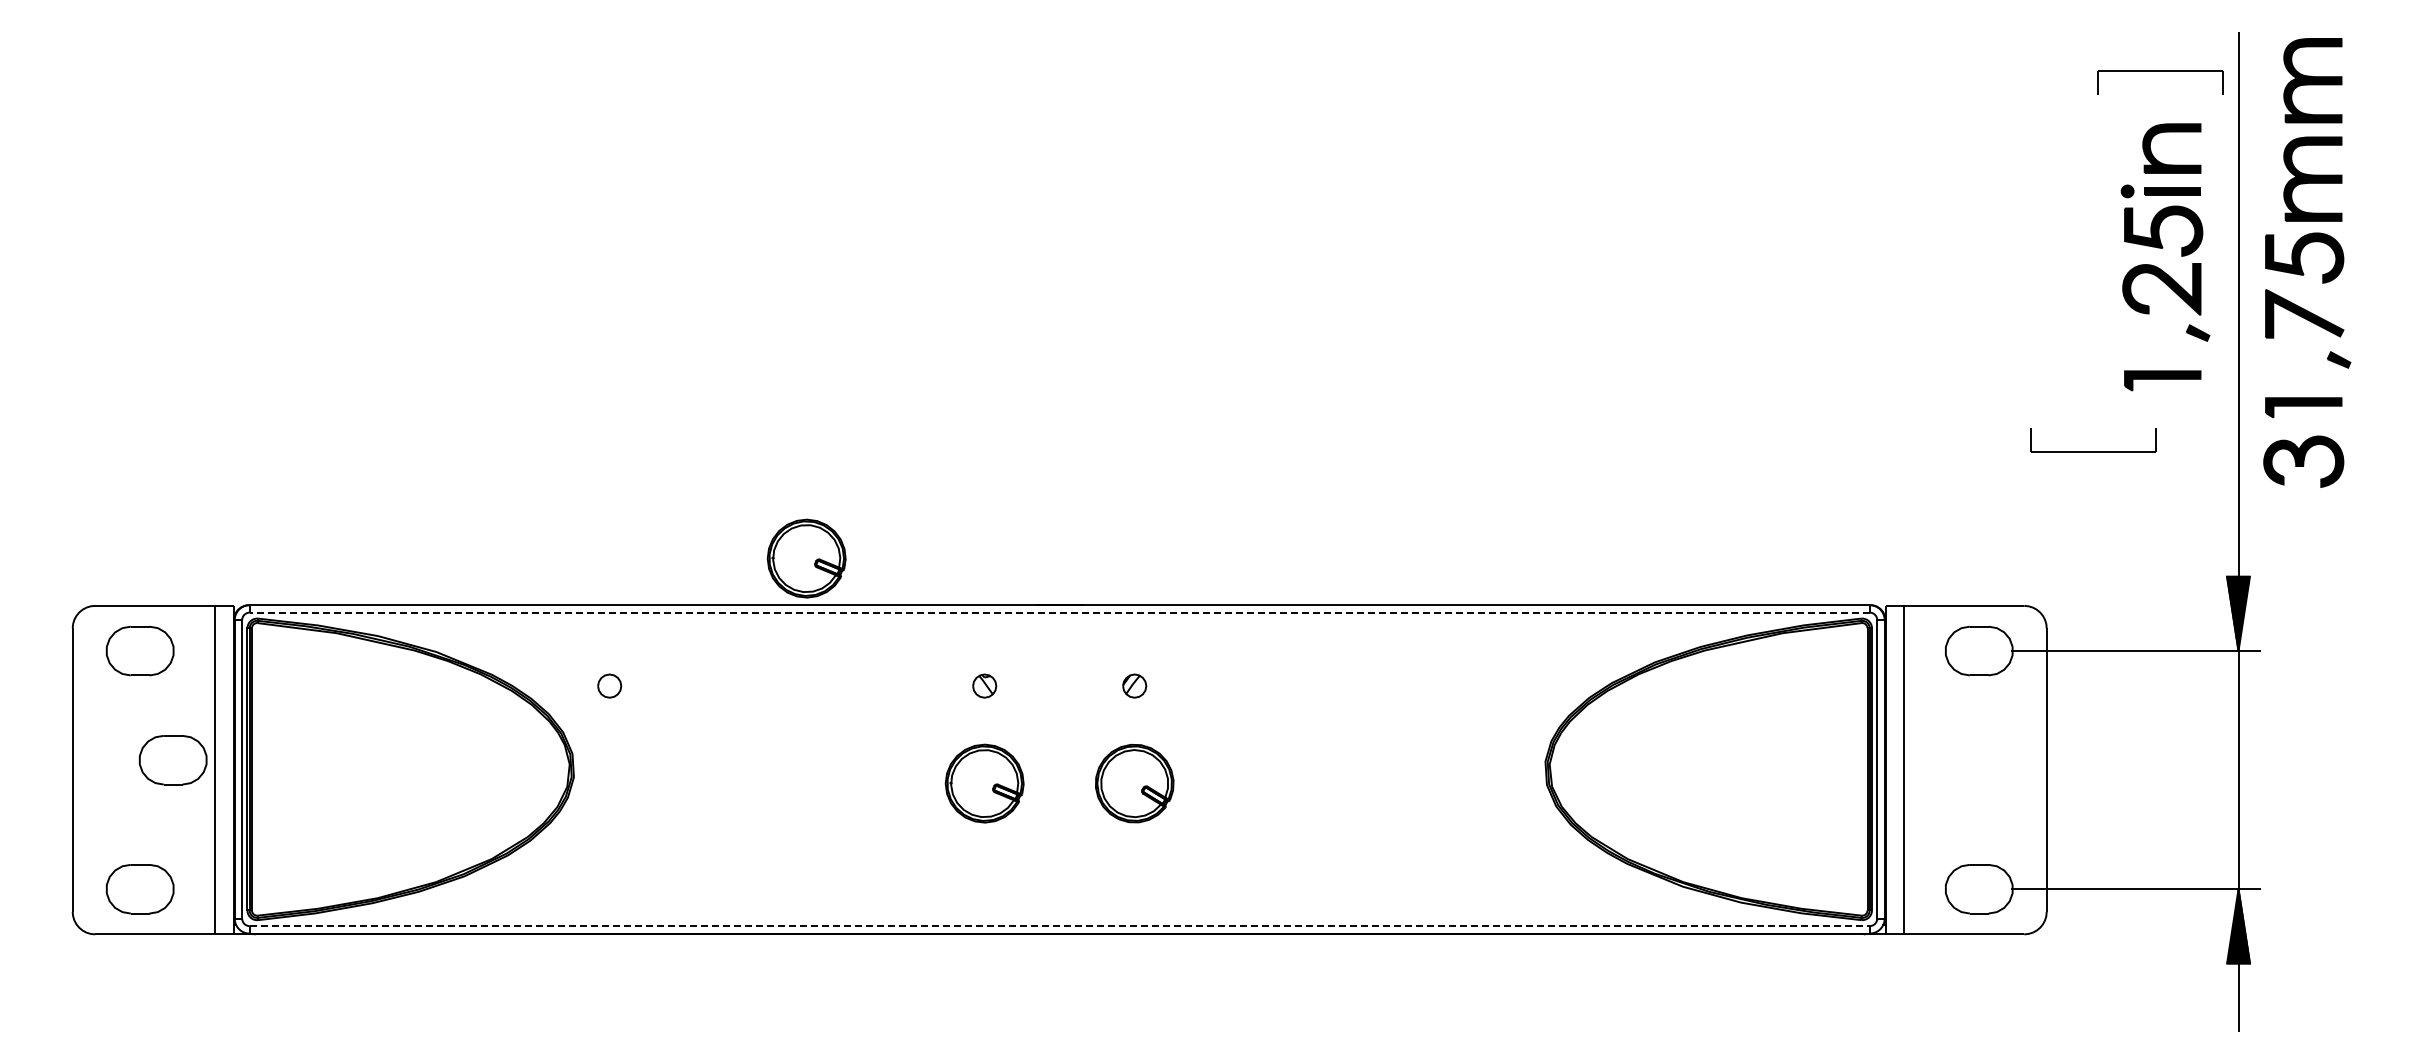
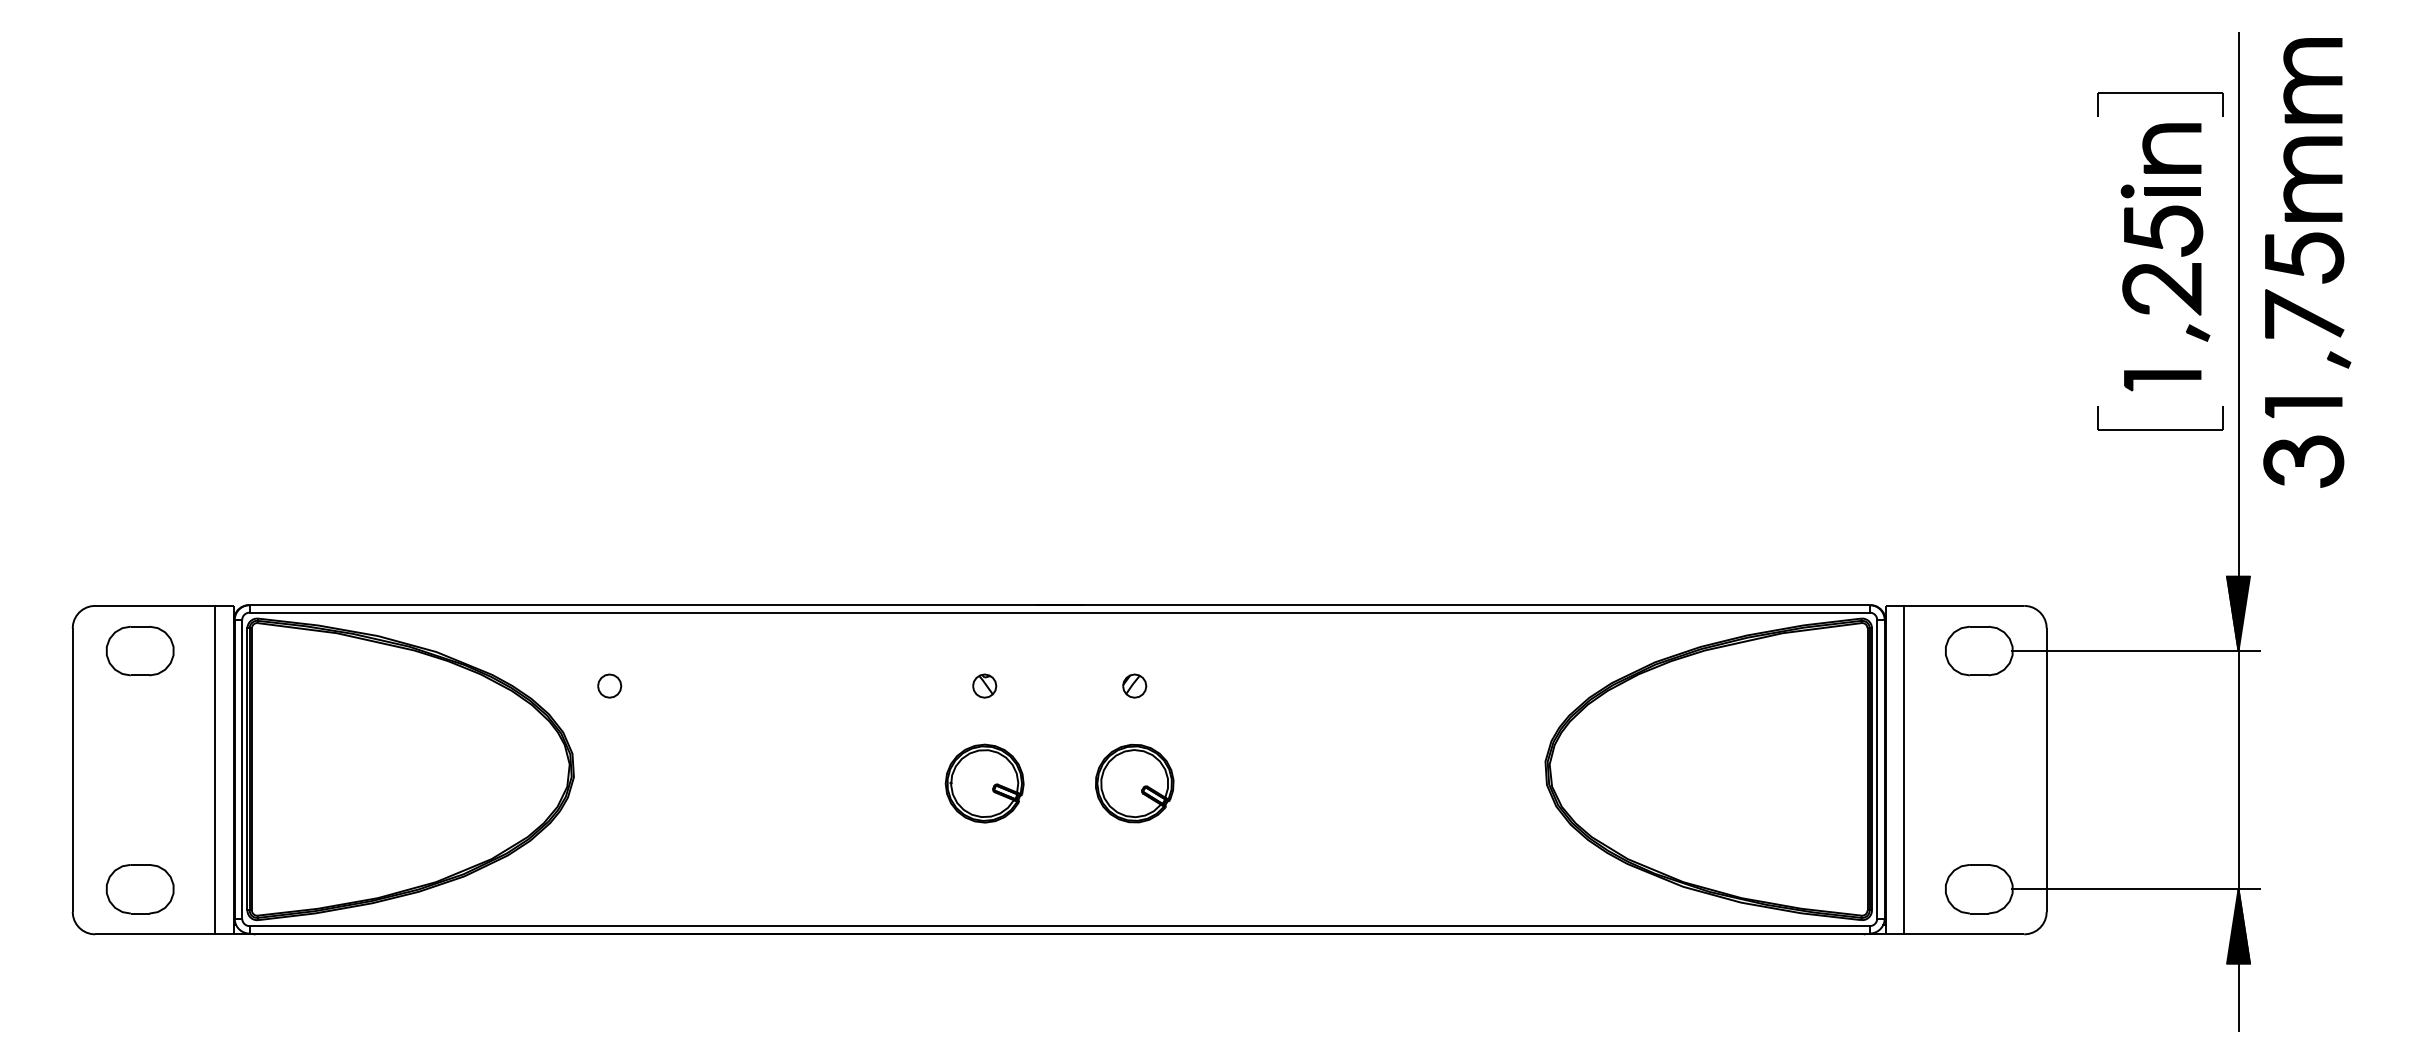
part at (2160, 71) position: (2160, 71) -> (2160, 93)
part at (2093, 451) position: (2093, 451) -> (2160, 429)
part at (806, 558): present -> none
line at (1059, 612): dashed -> solid
part at (172, 760): present -> none
line at (1060, 926): dashed -> solid
